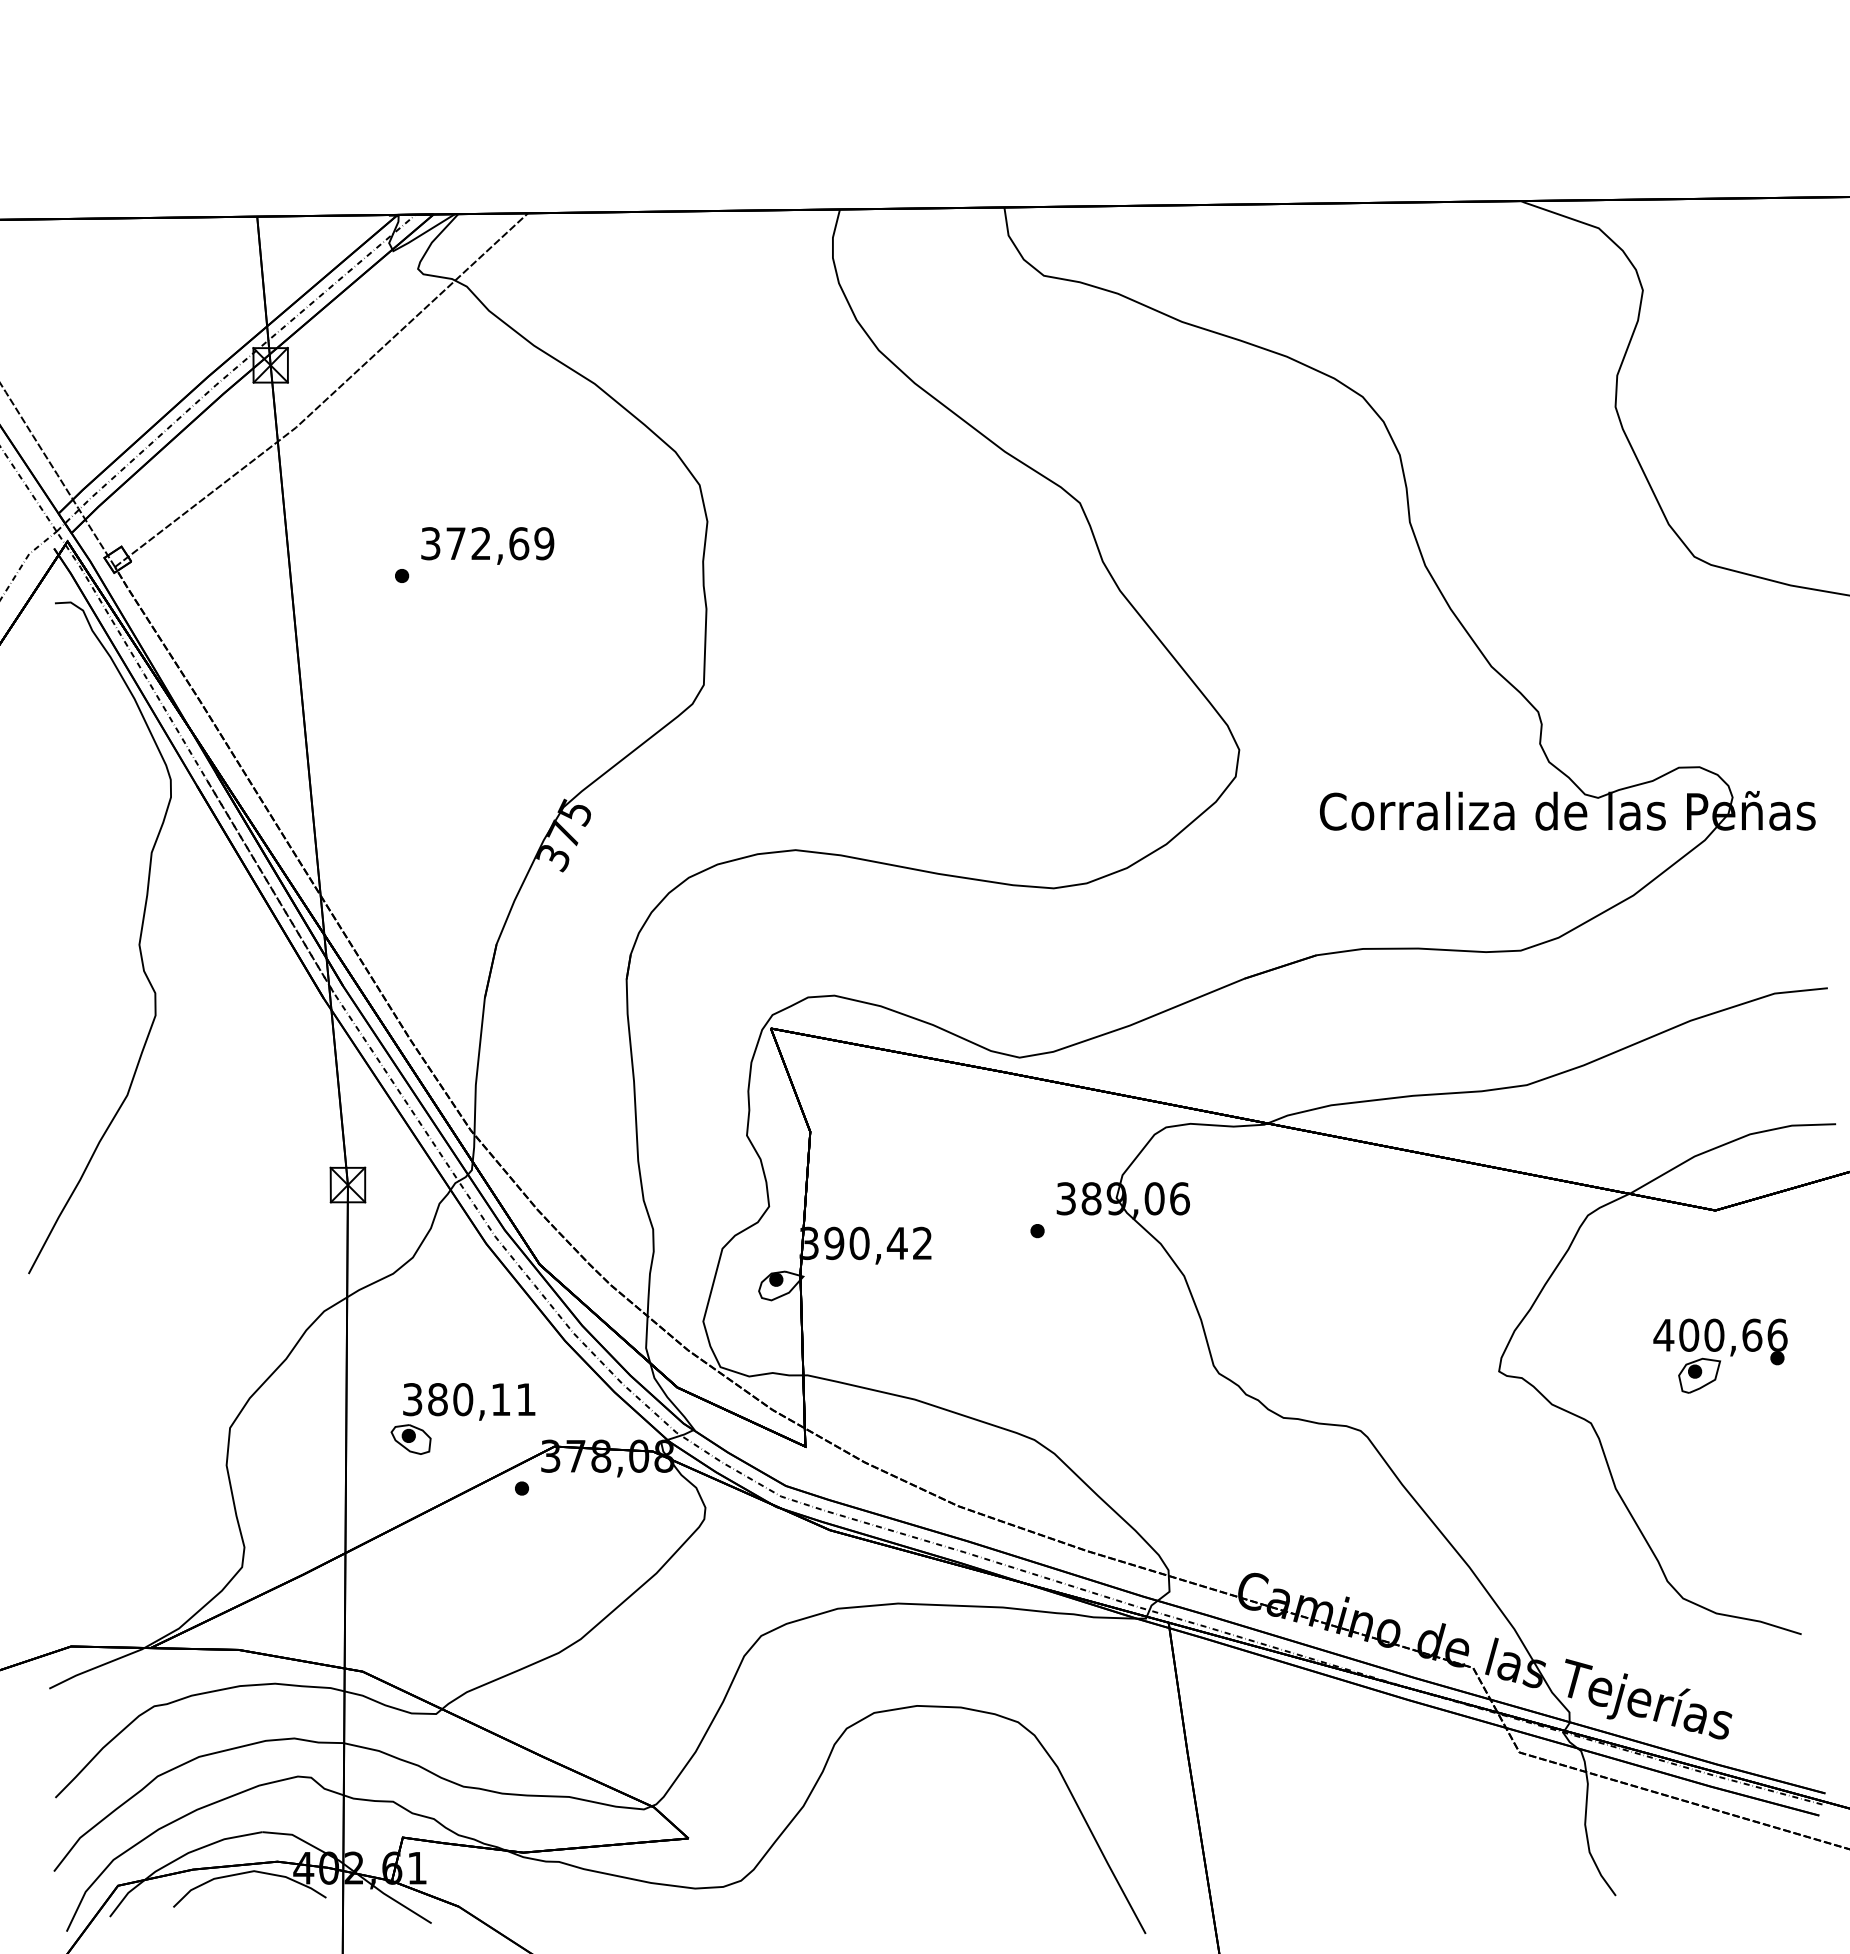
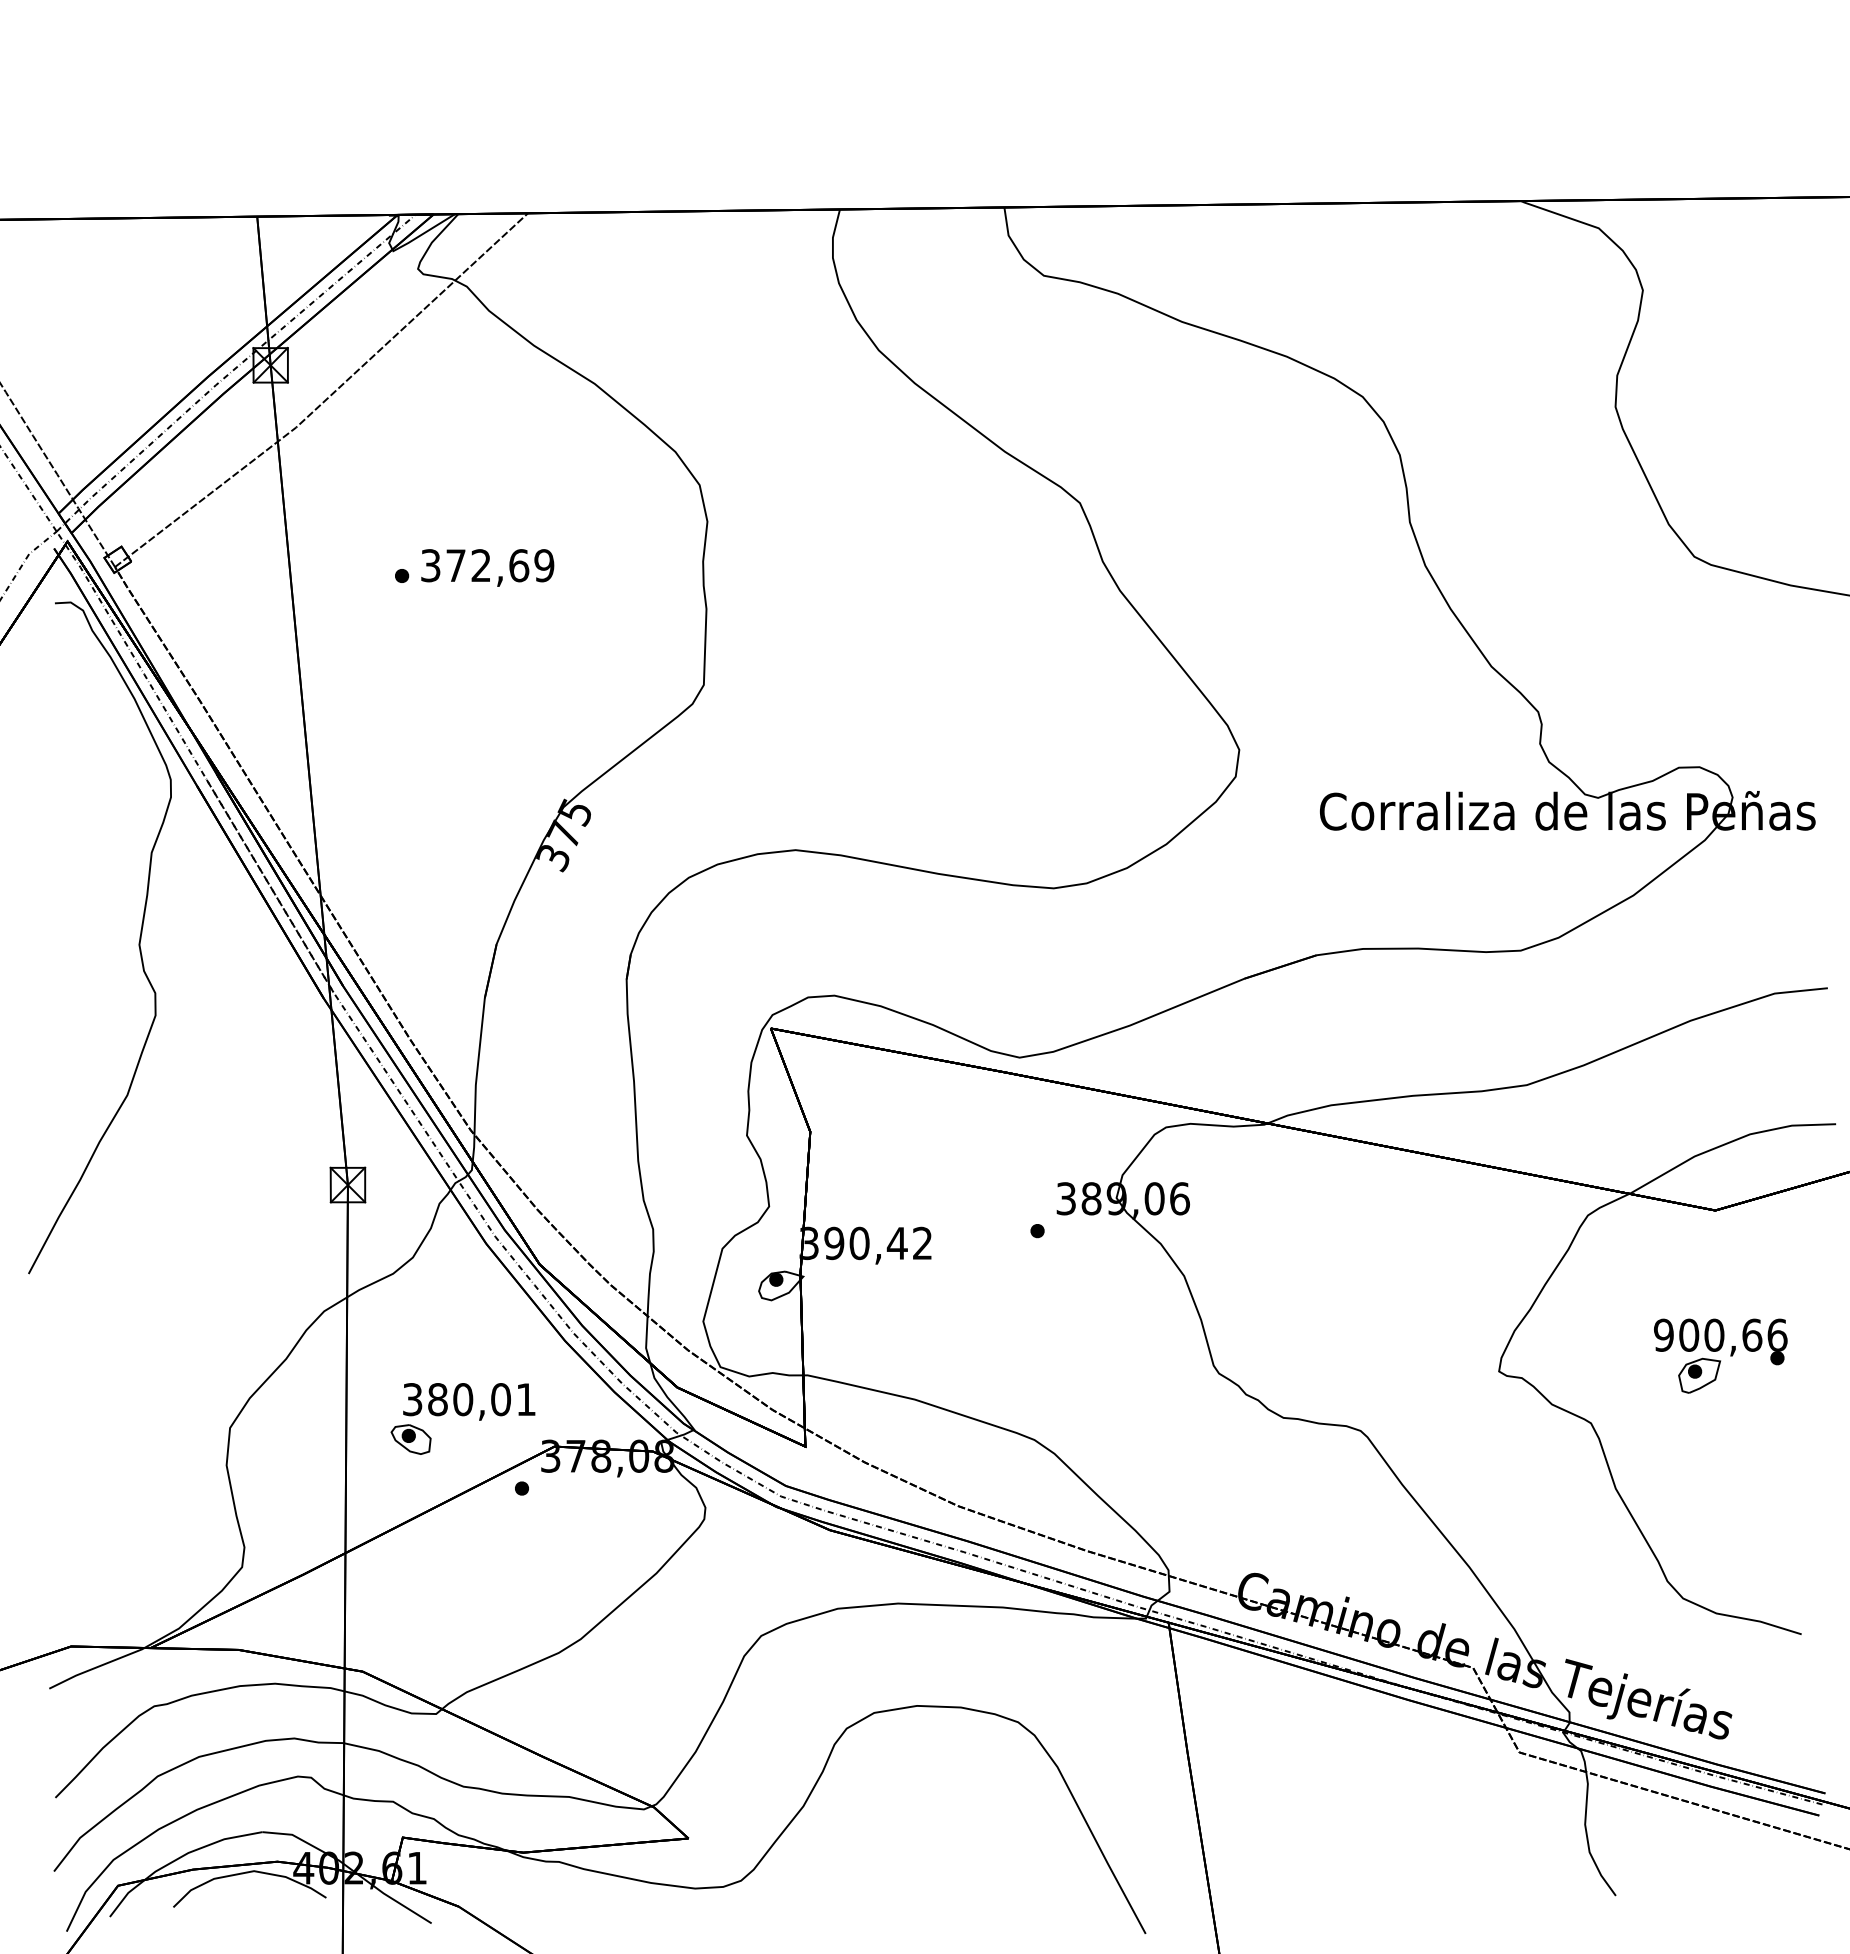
text at (487, 545) position: (487, 545) -> (487, 567)
text at (1663, 1334): 400,66 -> 900,66
text at (500, 1399): 380,11 -> 380,01
